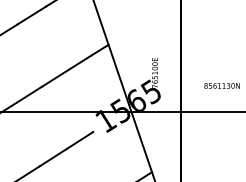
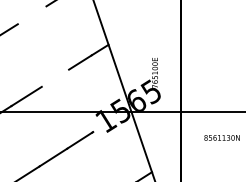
line at (31, 15): present -> none
line at (55, 77): present -> none
text at (221, 85) position: (221, 85) -> (221, 137)
